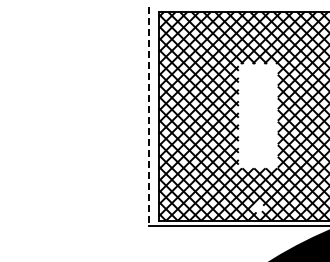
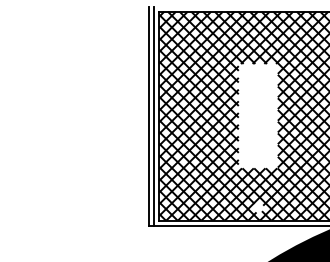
line at (153, 115): none -> present
line at (148, 116): dashed -> solid
